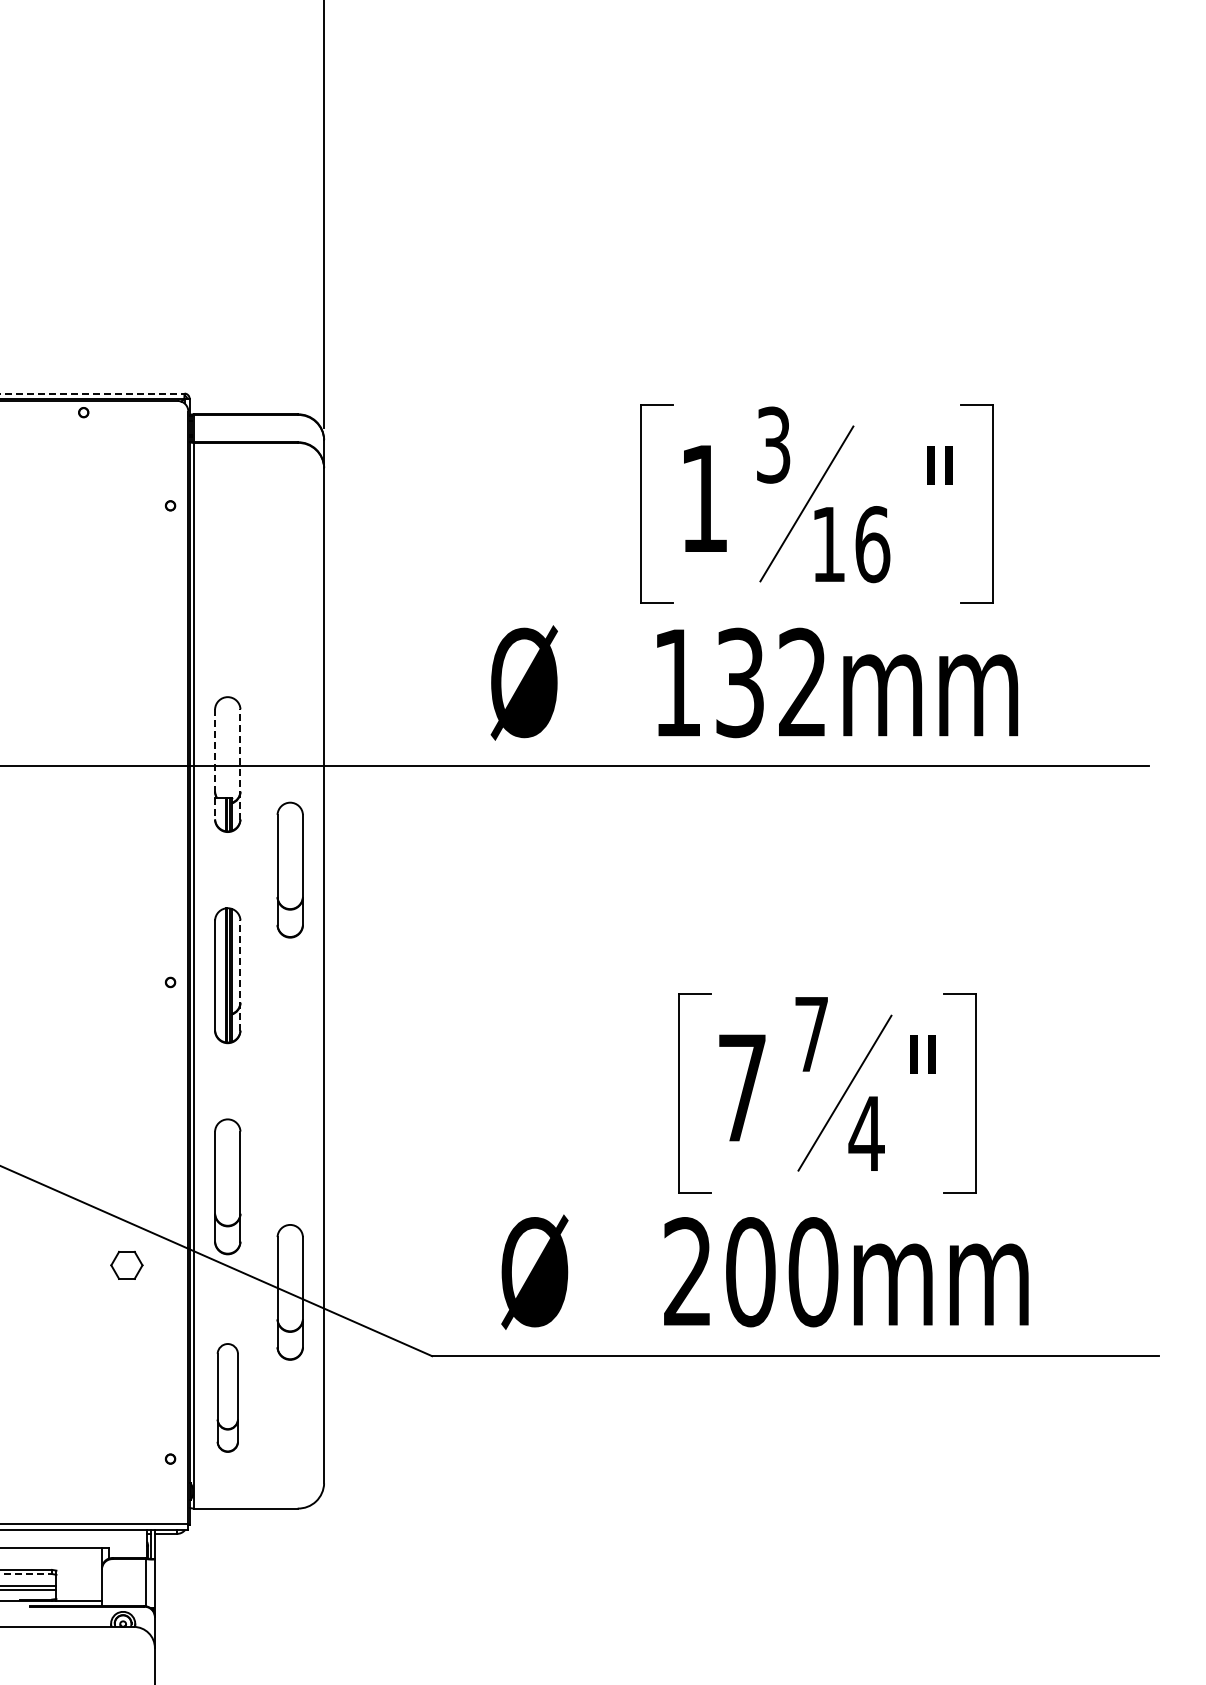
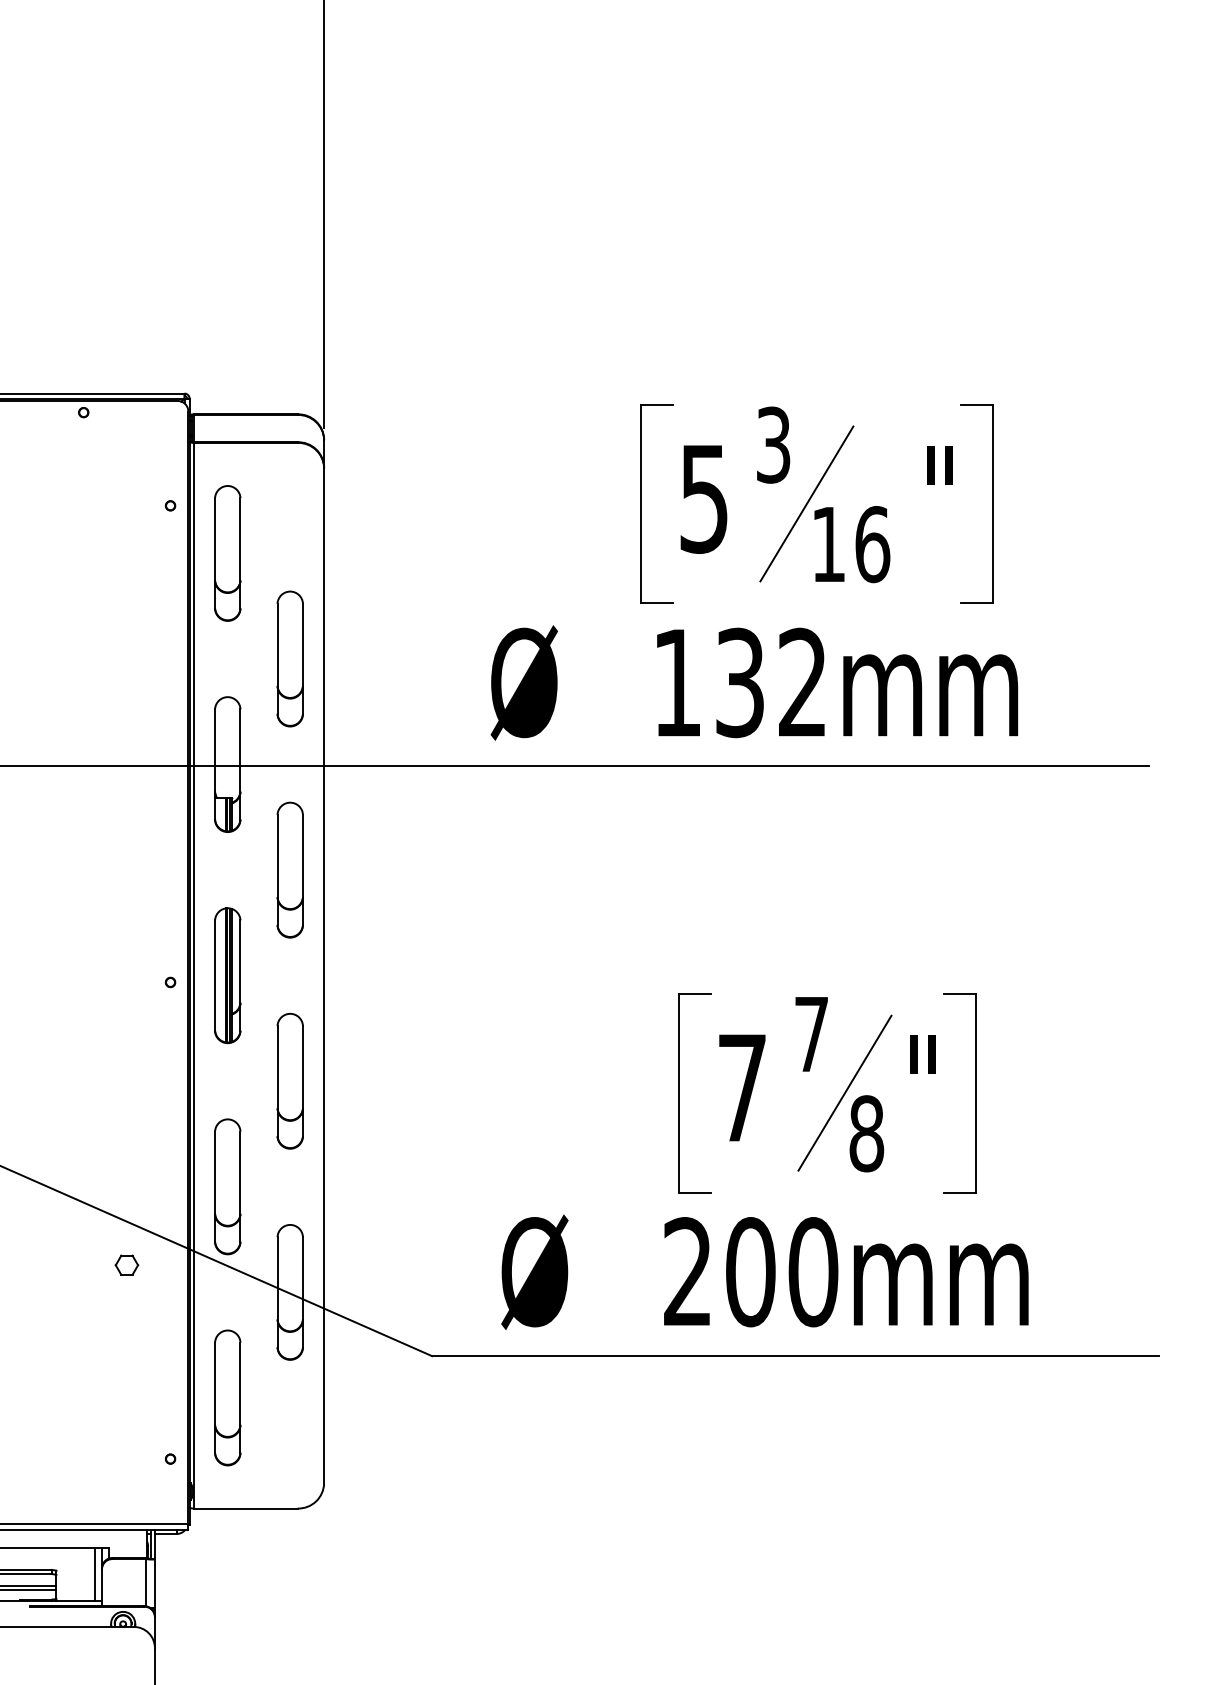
line at (92, 393): dashed -> solid
text at (703, 499): 1 -> 5
part at (227, 553): none -> present
part at (289, 658): none -> present
line at (240, 764): dashed -> solid
line at (215, 765): dashed -> solid
line at (240, 975): dashed -> solid
part at (289, 1080): none -> present
text at (866, 1133): 4 -> 8
part at (126, 1264) size: 34x30 px -> 26x22 px
part at (227, 1397) size: 23x110 px -> 28x138 px
line at (26, 1574): dashed -> solid
line at (95, 1574): none -> present
